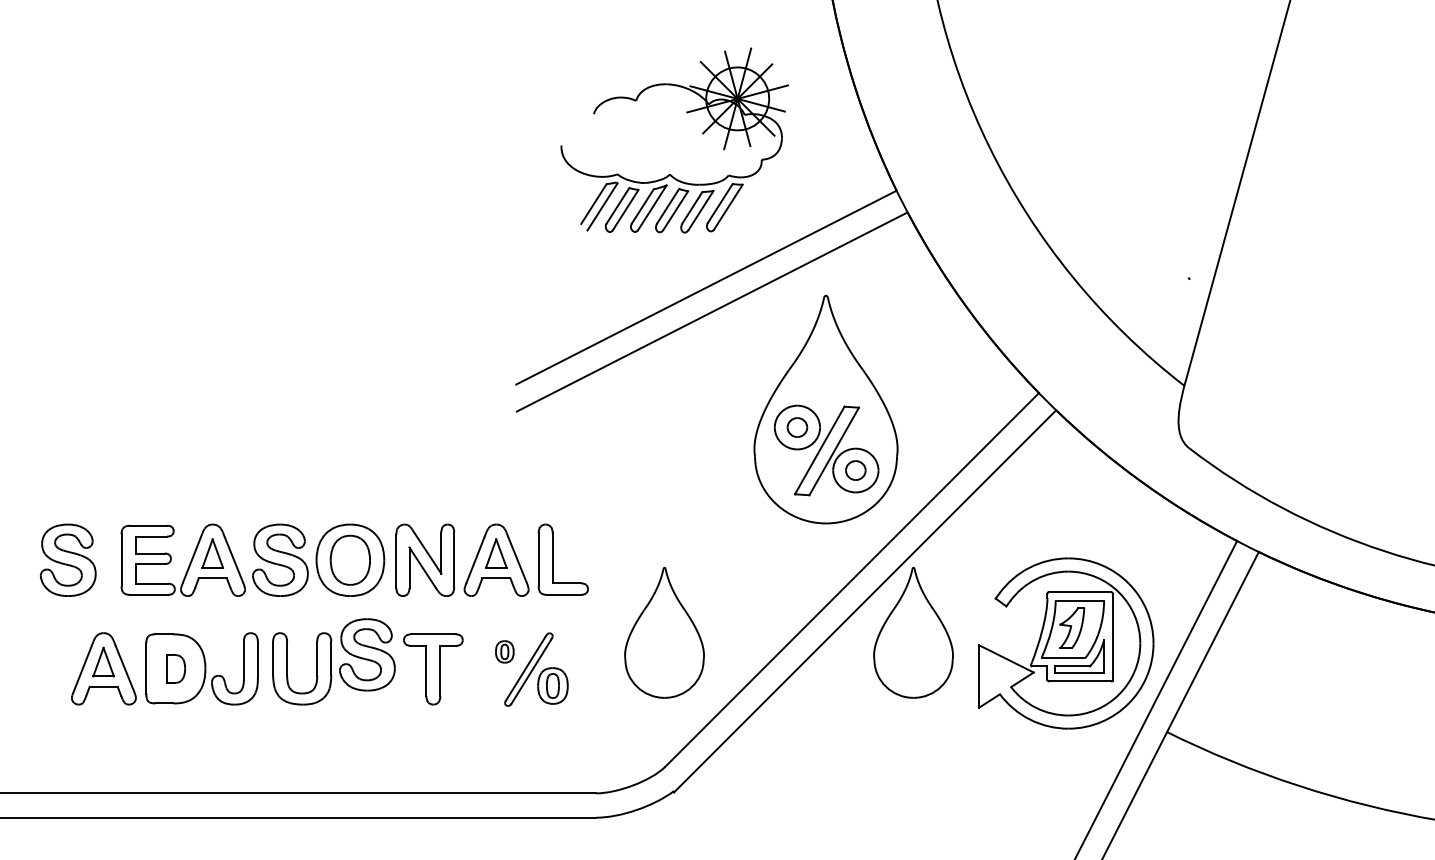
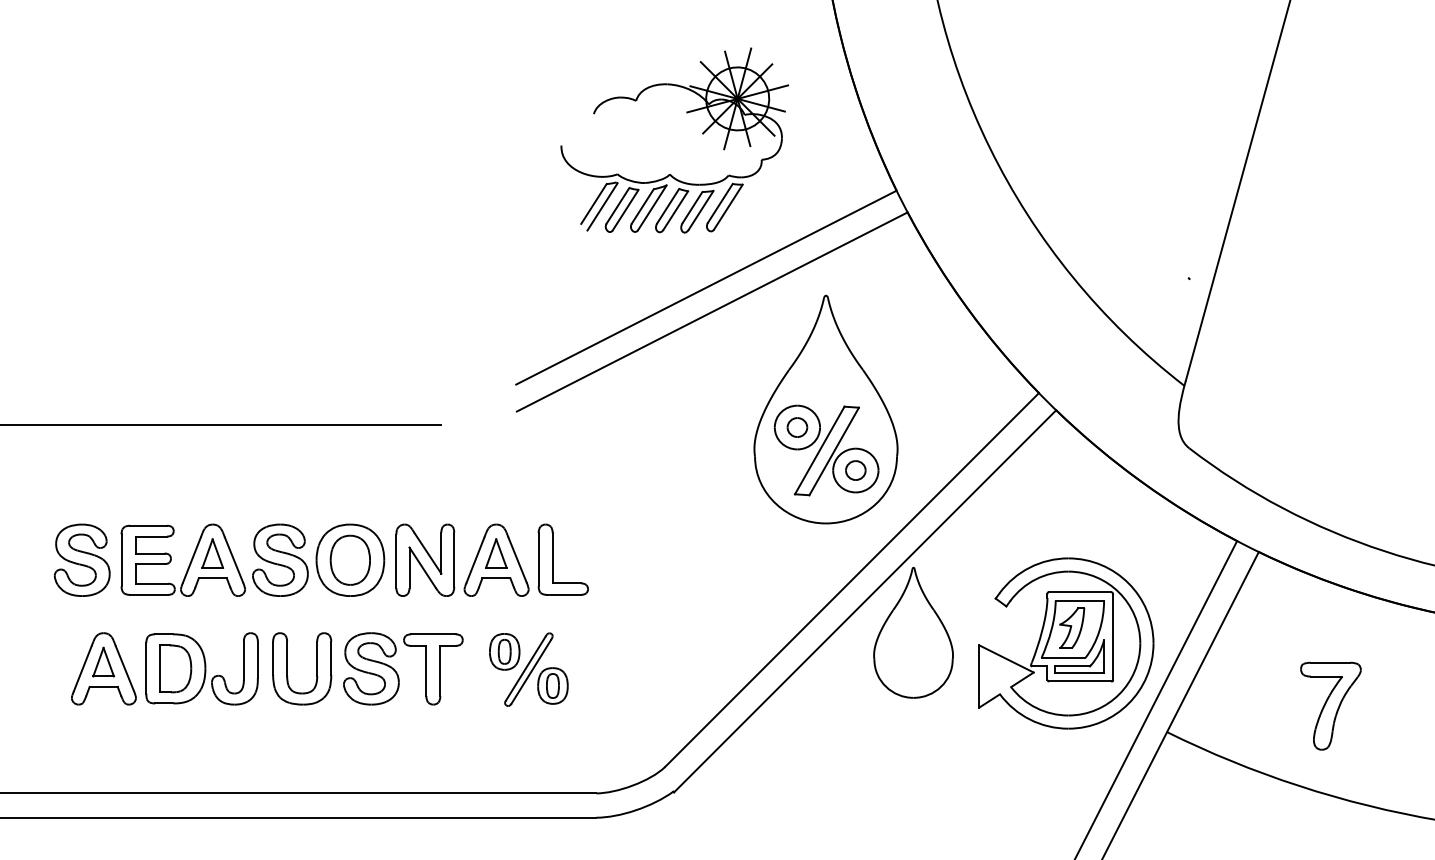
line at (221, 424): none -> present
part at (67, 559) position: (67, 559) -> (81, 559)
part at (664, 632): present -> none
part at (504, 651) size: 20x24 px -> 32x38 px
part at (367, 654) position: (367, 654) -> (371, 668)
part at (175, 668) size: 20x30 px -> 34x50 px
part at (1330, 705): none -> present
